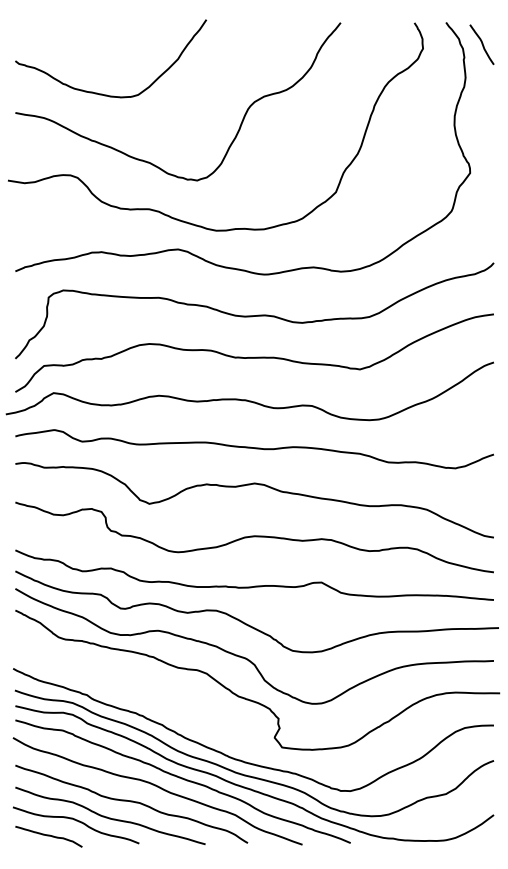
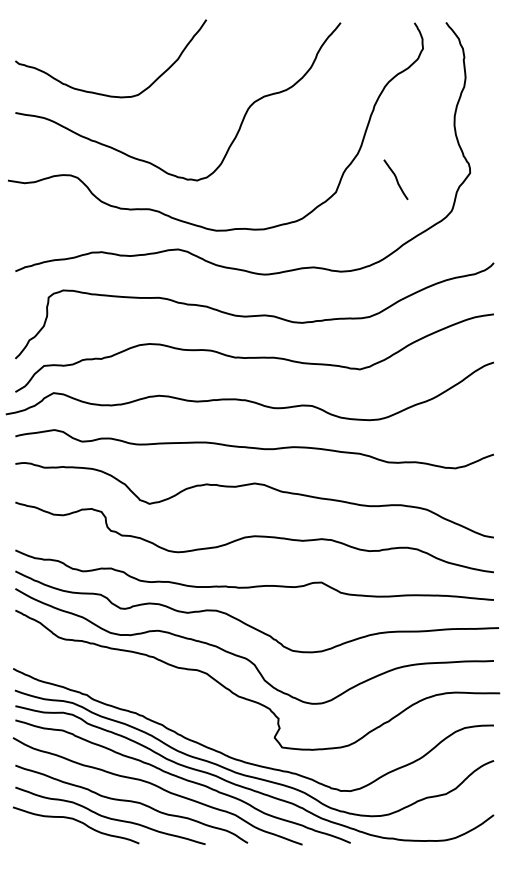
curve at (481, 44) position: (481, 44) -> (395, 179)
curve at (48, 836): present -> none
